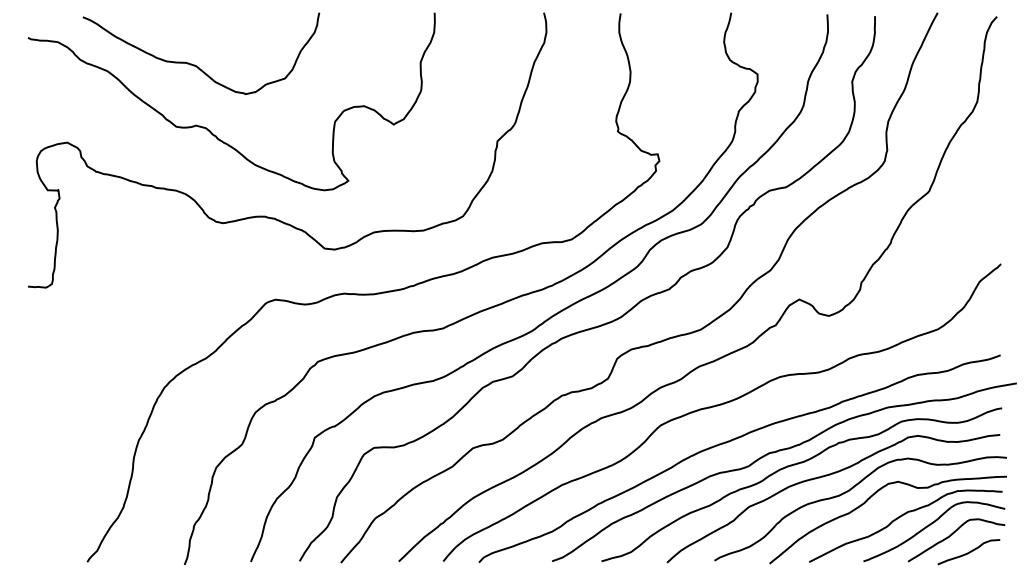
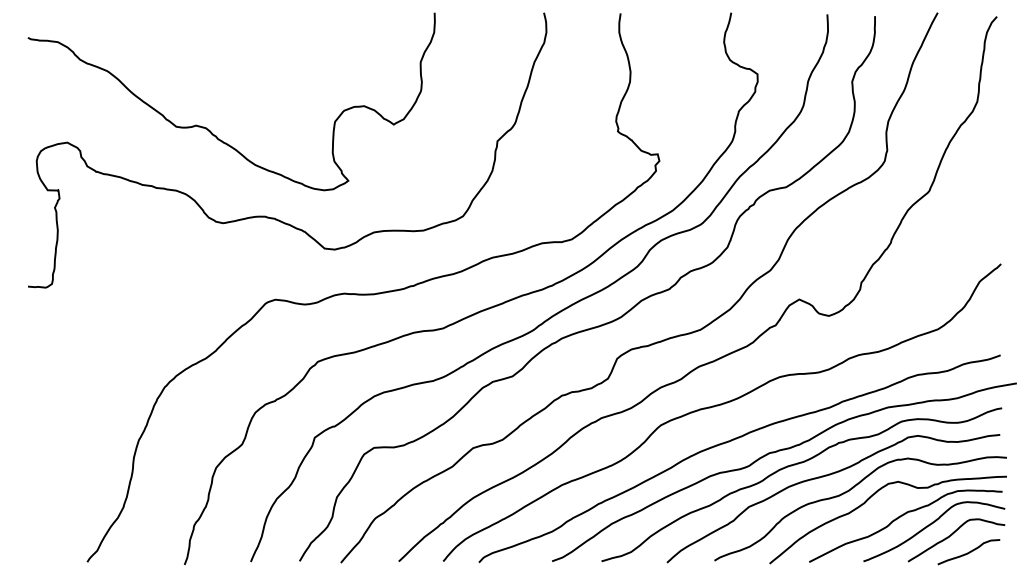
curve at (196, 65): present -> none
